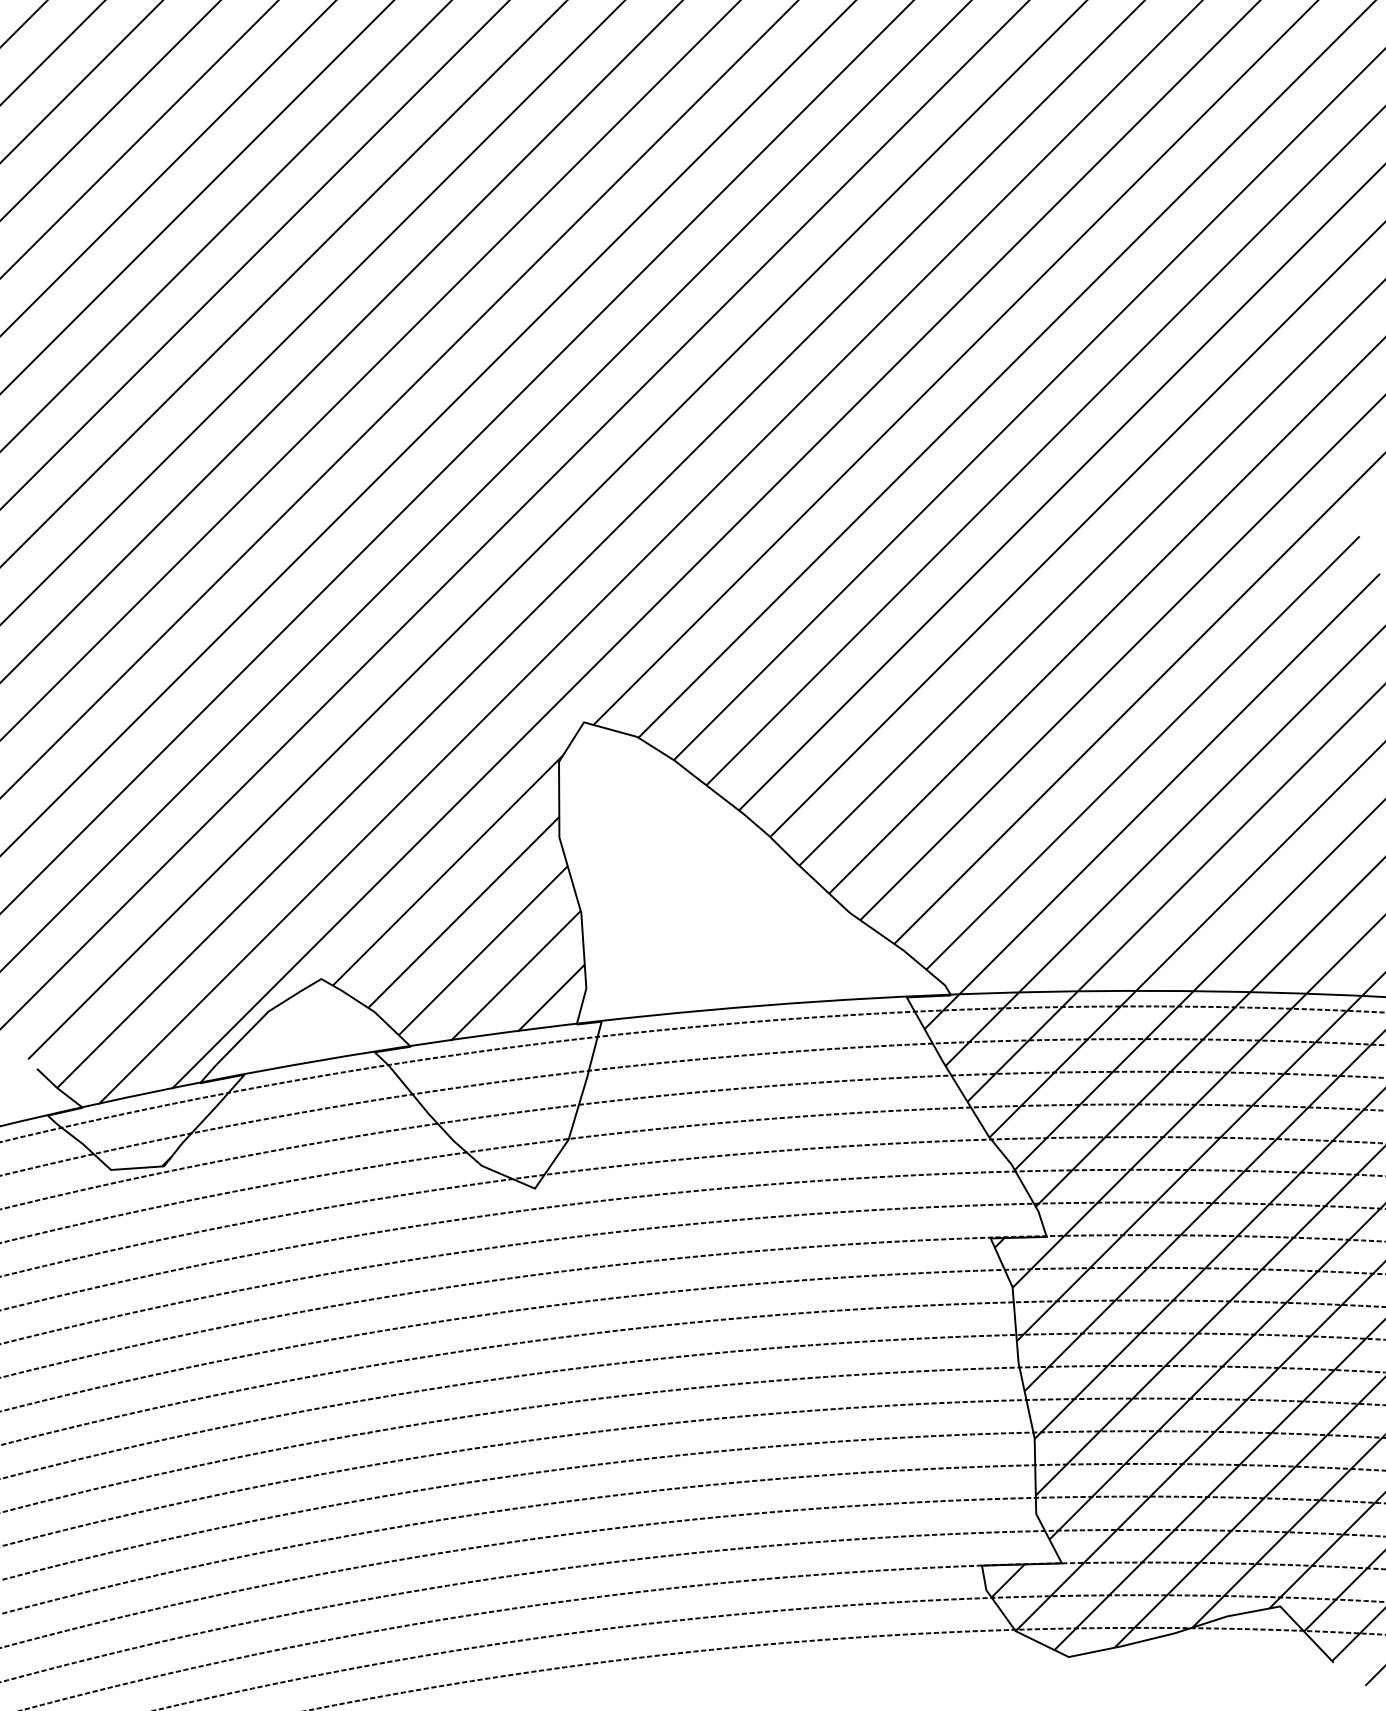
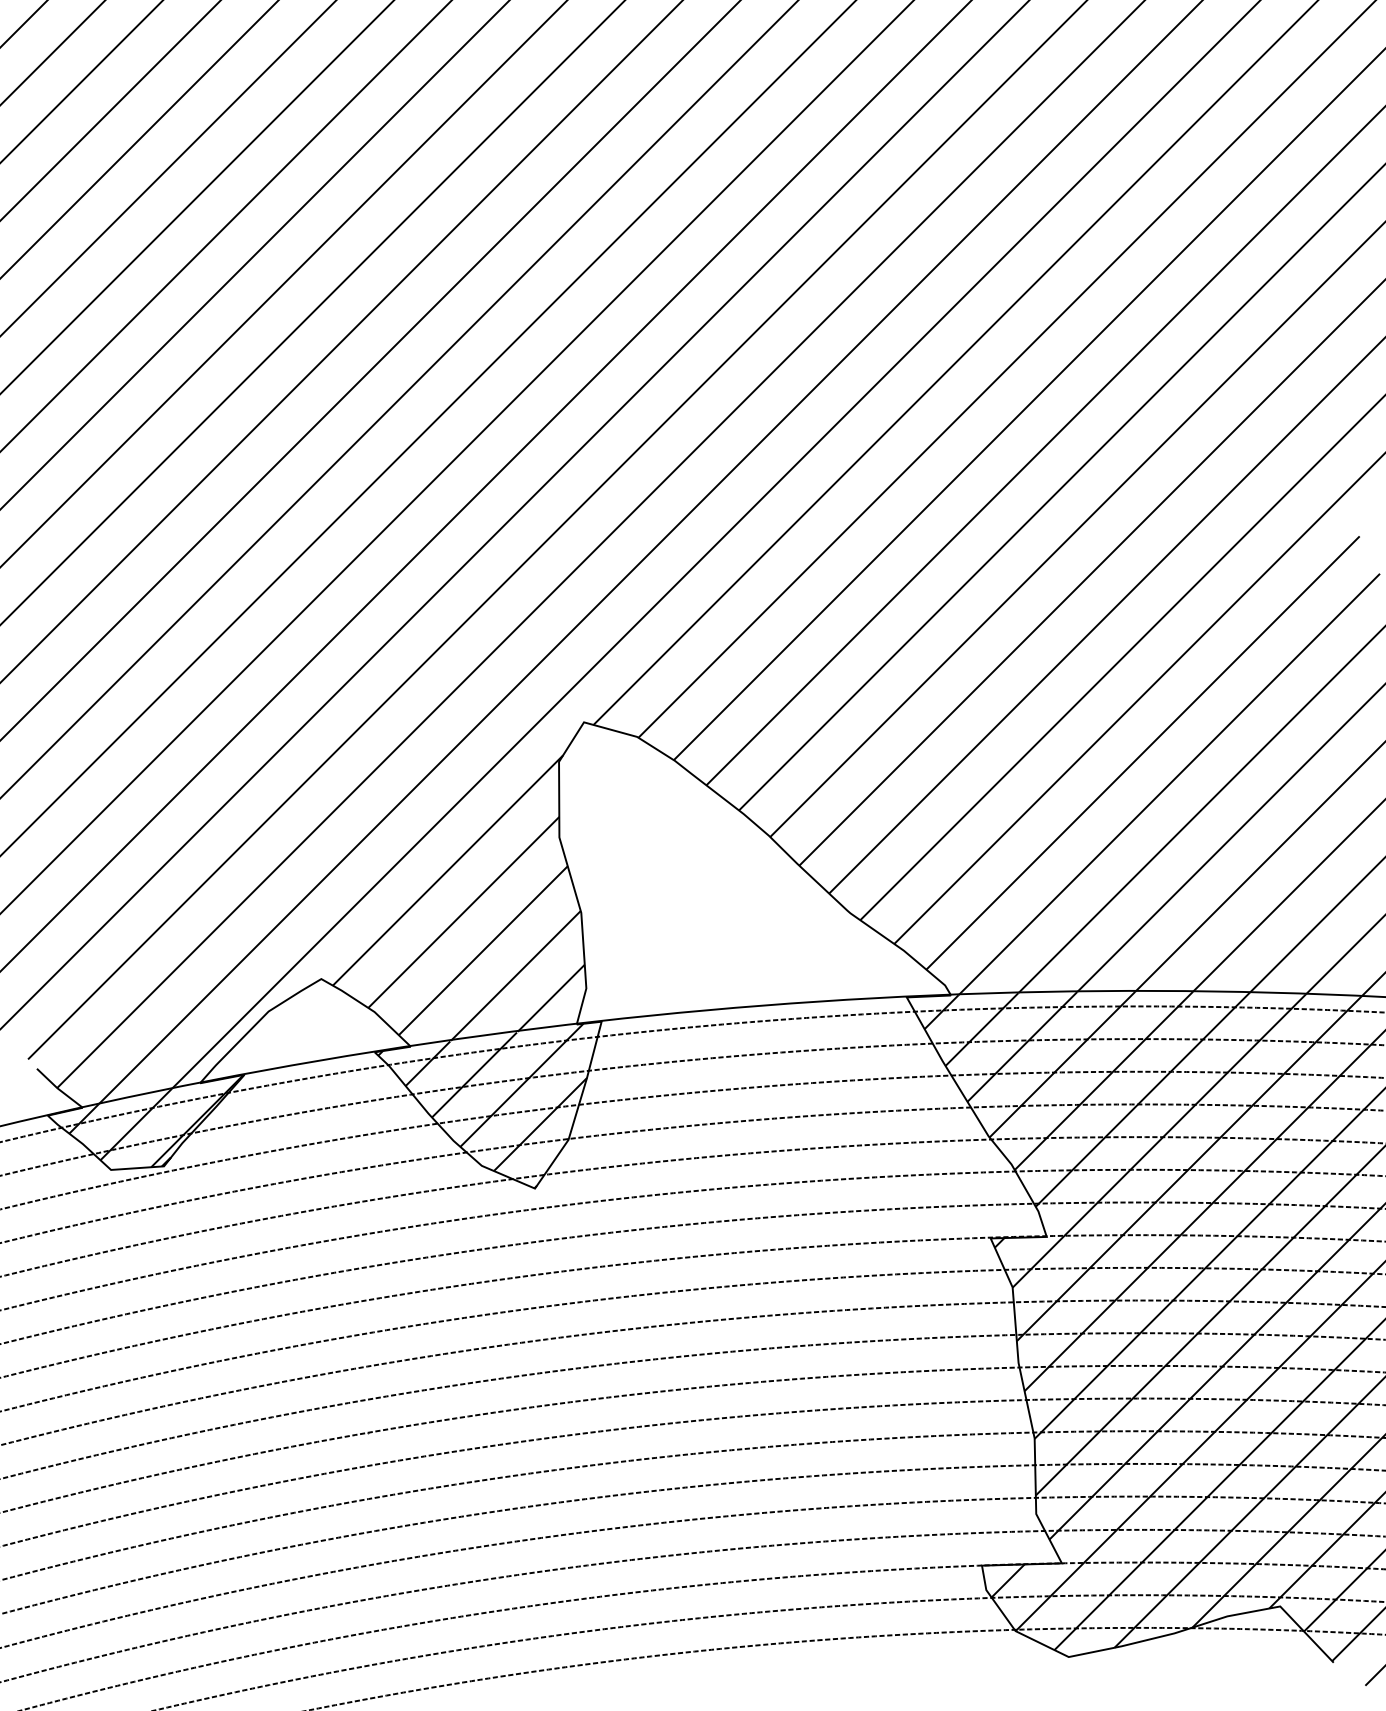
hatch at (482, 1105): none -> present
hatch at (156, 1120): none -> present
